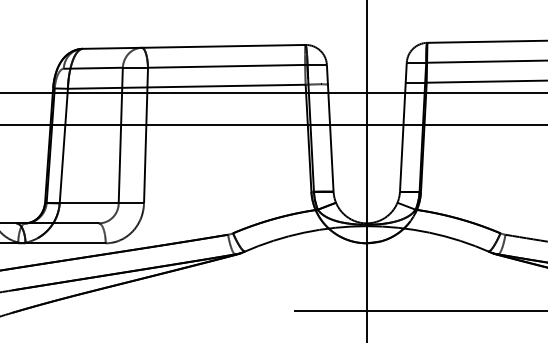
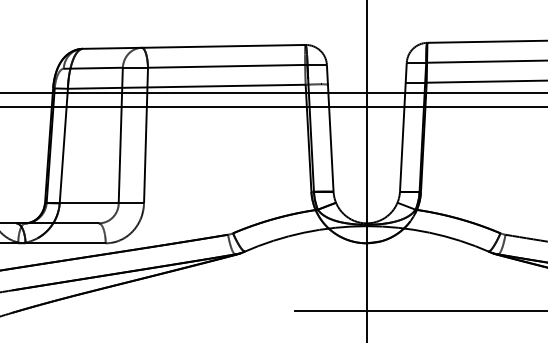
line at (273, 125) position: (273, 125) -> (273, 107)
